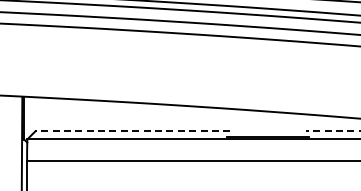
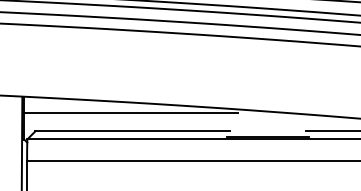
line at (130, 113): none -> present
line at (132, 131): dashed -> solid
line at (333, 131): dashed -> solid
